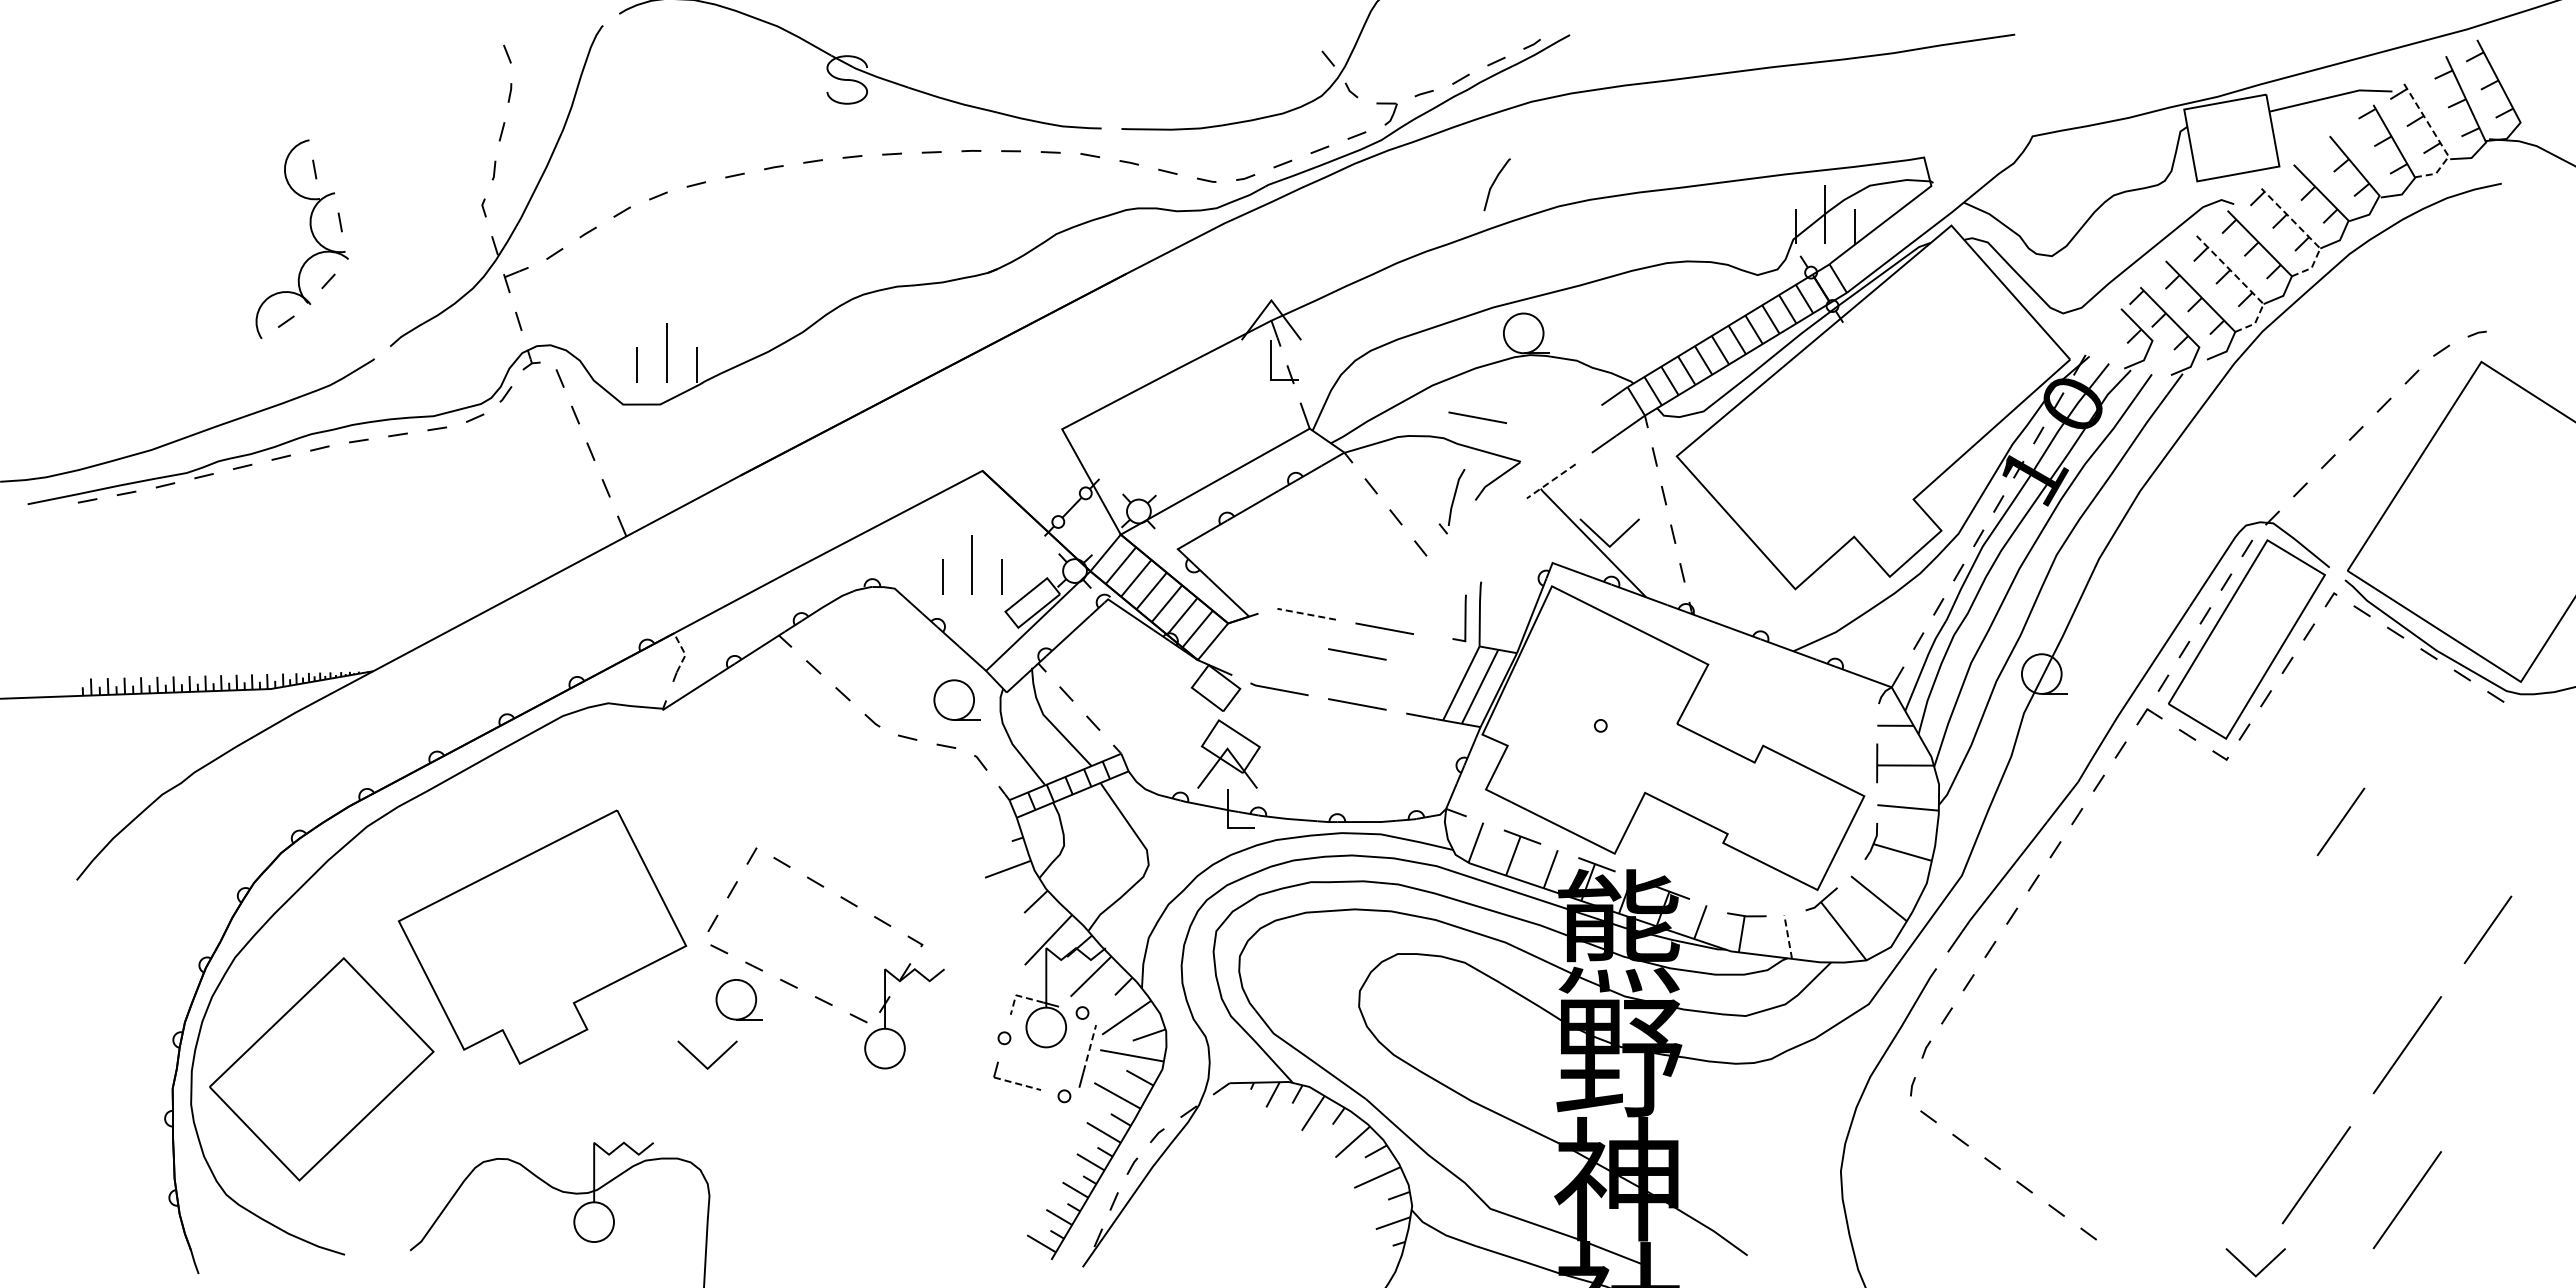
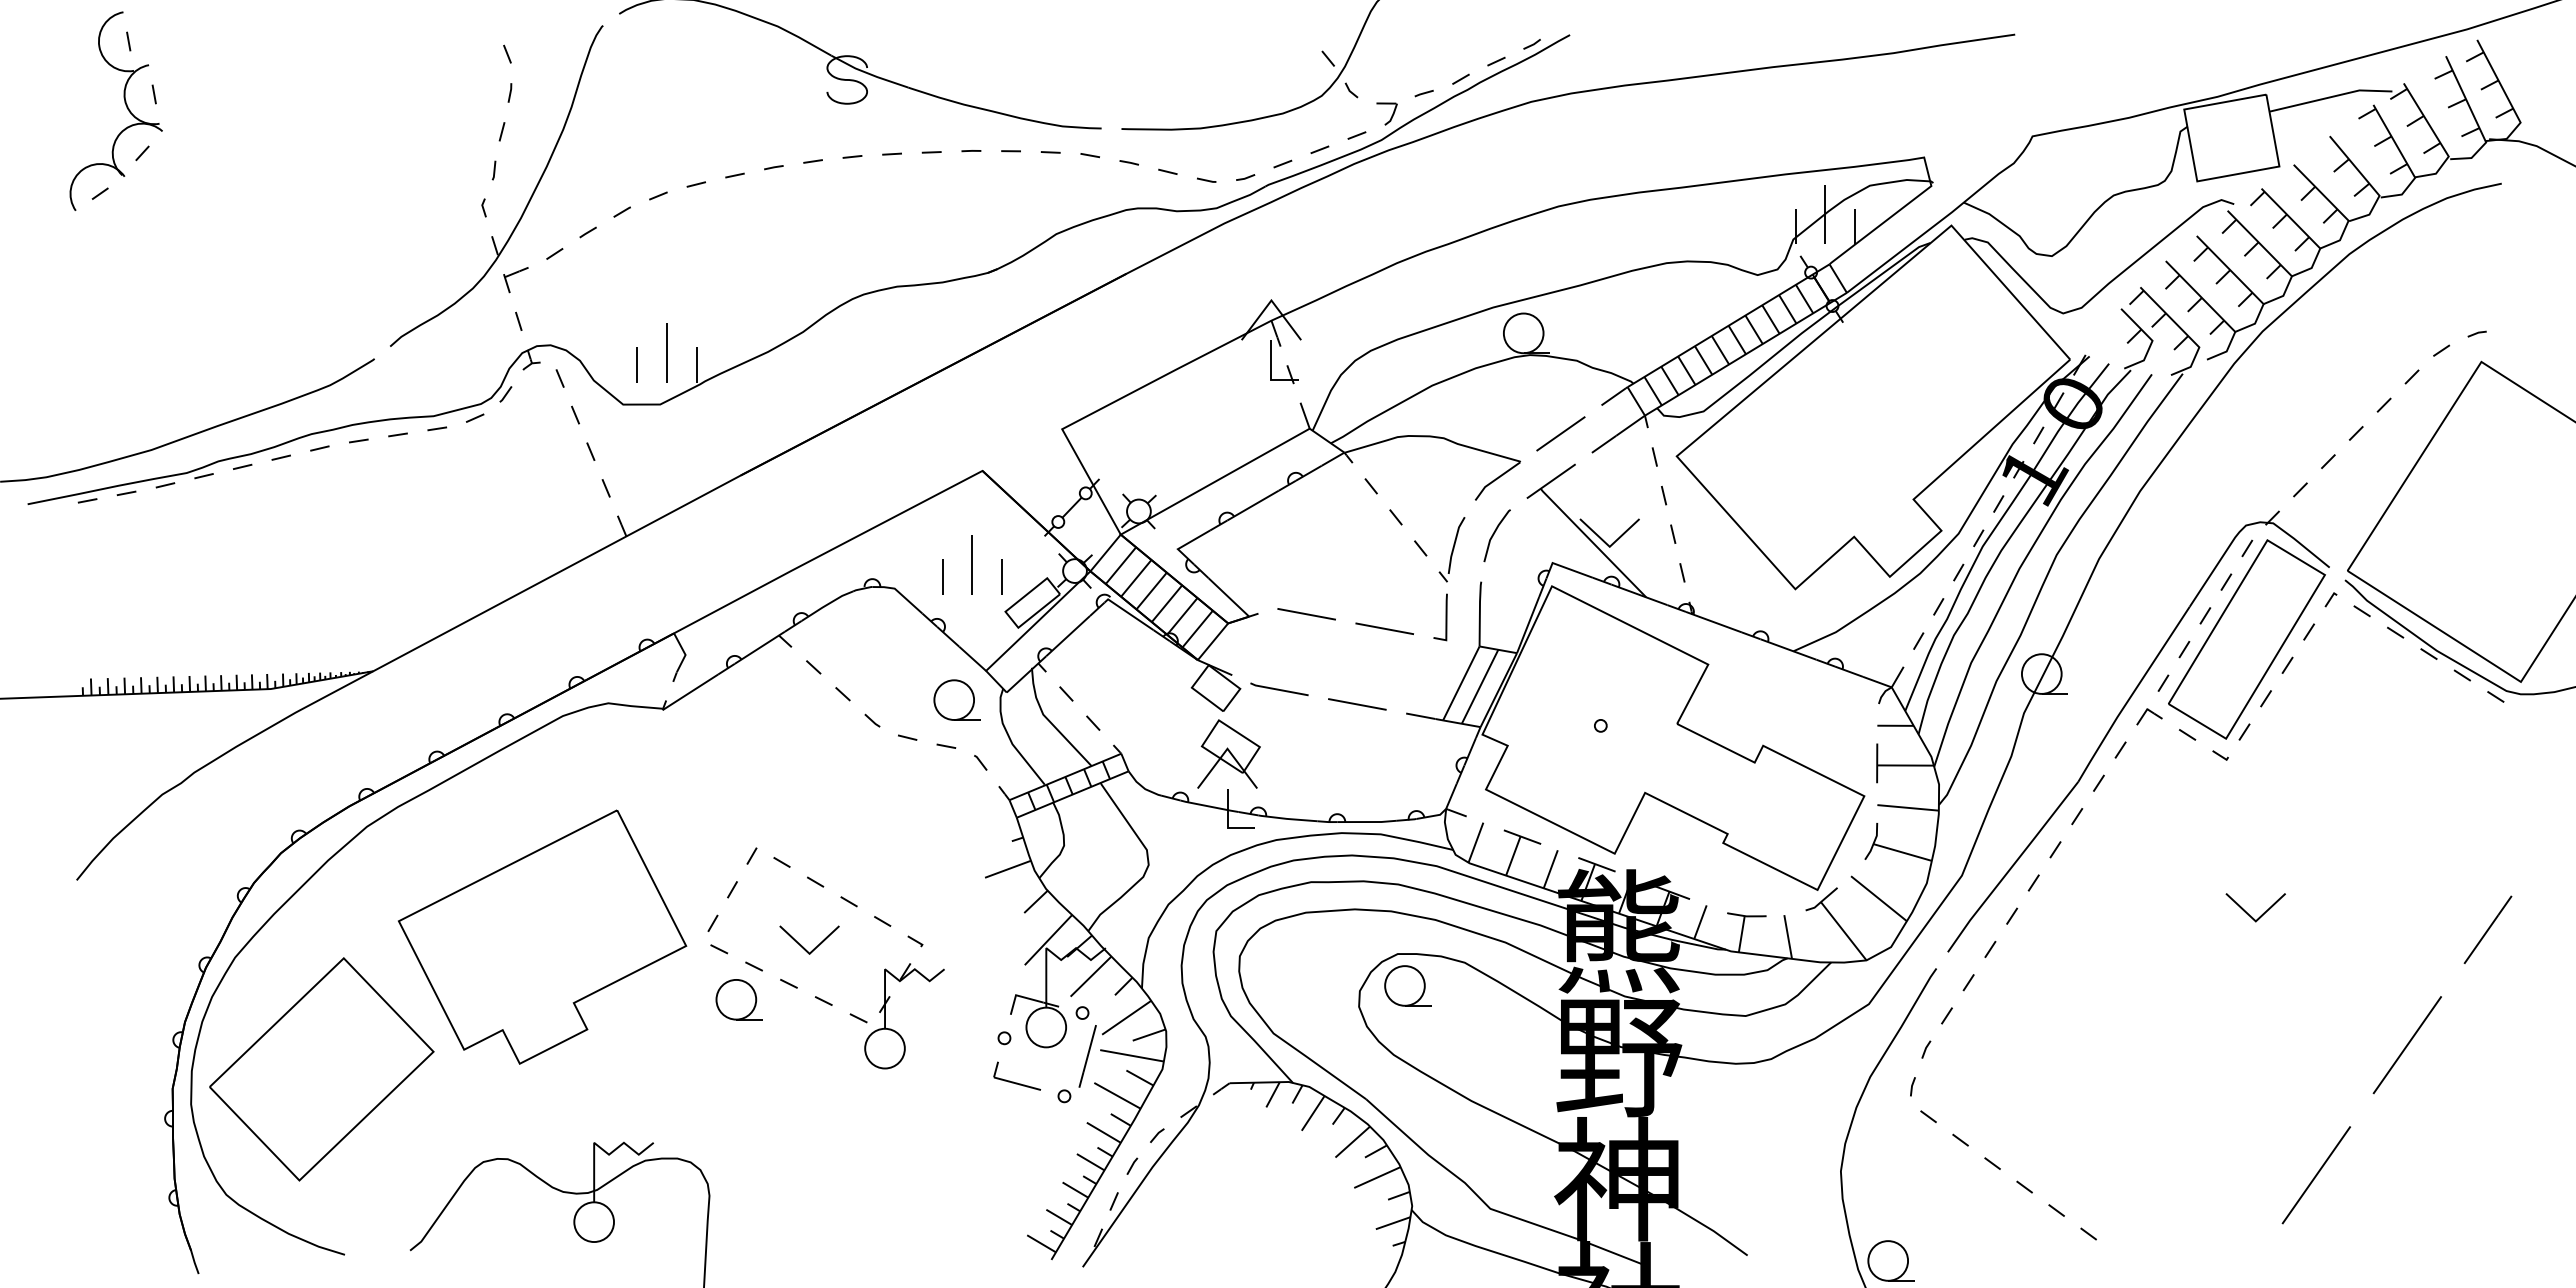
line at (2438, 139): dashed -> solid
line at (1494, 183) position: (1494, 183) -> (1494, 534)
part at (311, 233) position: (311, 233) -> (125, 105)
line at (2307, 234): dashed -> solid
line at (2246, 286): dashed -> solid
line at (1477, 417): present -> none
line at (1560, 433): none -> present
line at (1551, 481): dashed -> solid
part at (1451, 501) position: (1451, 501) -> (1451, 549)
line at (1306, 614): dashed -> solid
line at (1464, 618) position: (1464, 618) -> (1445, 617)
line at (684, 653): dashed -> solid
line at (1357, 654): present -> none
line at (2340, 821): present -> none
line at (1788, 936): dashed -> solid
part at (1407, 985): none -> present
line at (1018, 996): dashed -> solid
line at (1089, 1048): dashed -> solid
part at (700, 1060) position: (700, 1060) -> (802, 945)
line at (1017, 1083): dashed -> solid
line at (2406, 1200): present -> none
part at (1890, 1260): none -> present
part at (2248, 1268) position: (2248, 1268) -> (2248, 913)
